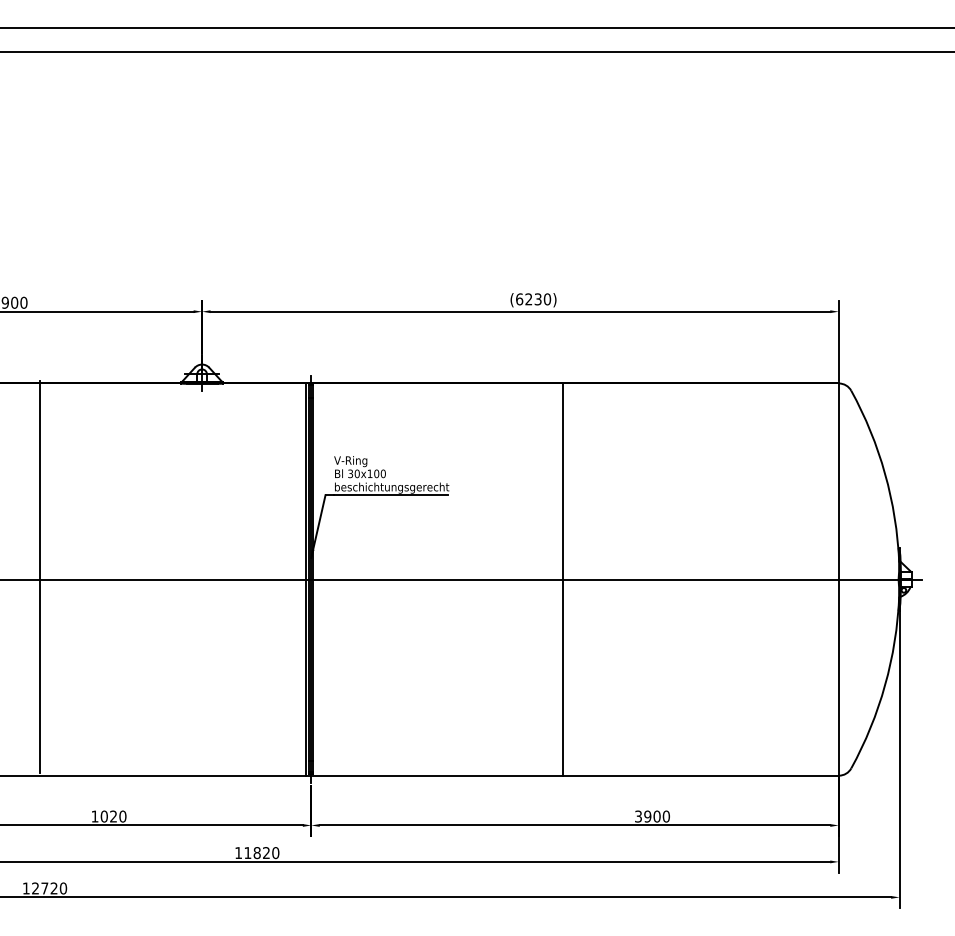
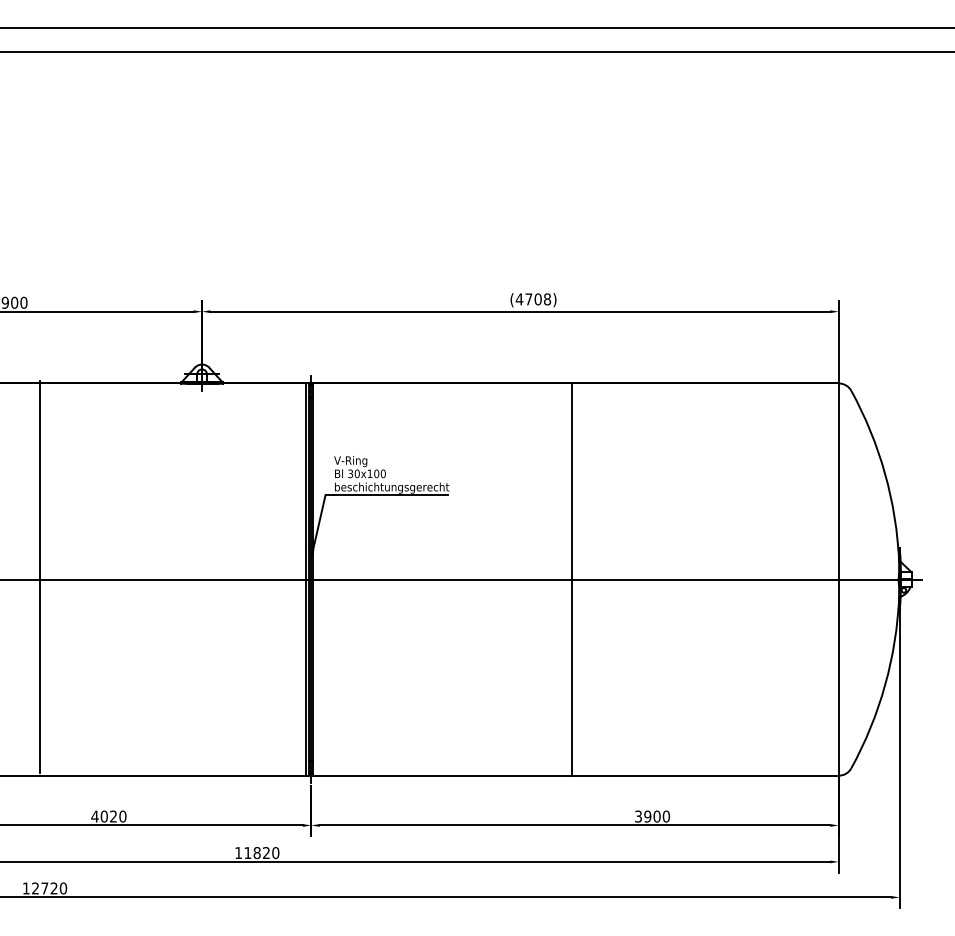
text at (533, 299): (6230) -> (4708)
line at (563, 579) position: (563, 579) -> (572, 579)
text at (94, 816): 1020 -> 4020
